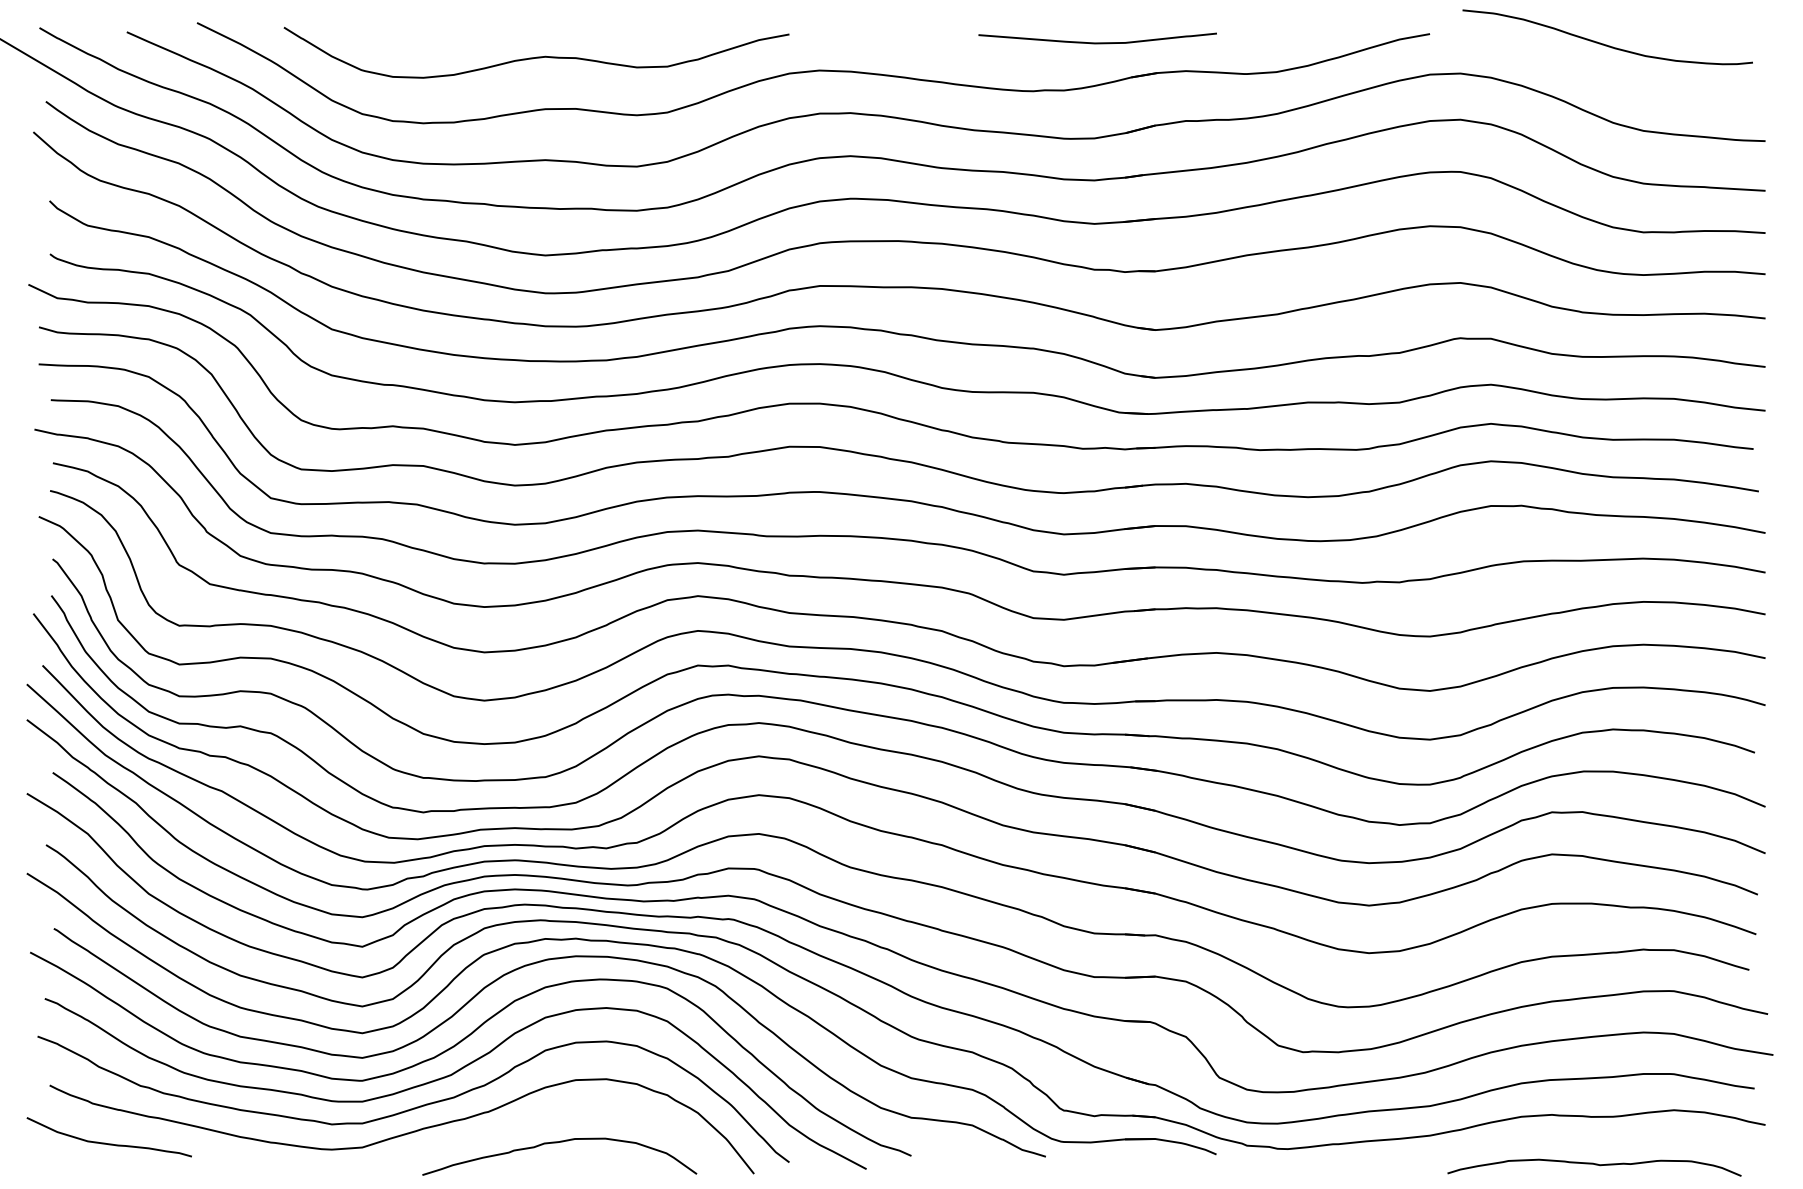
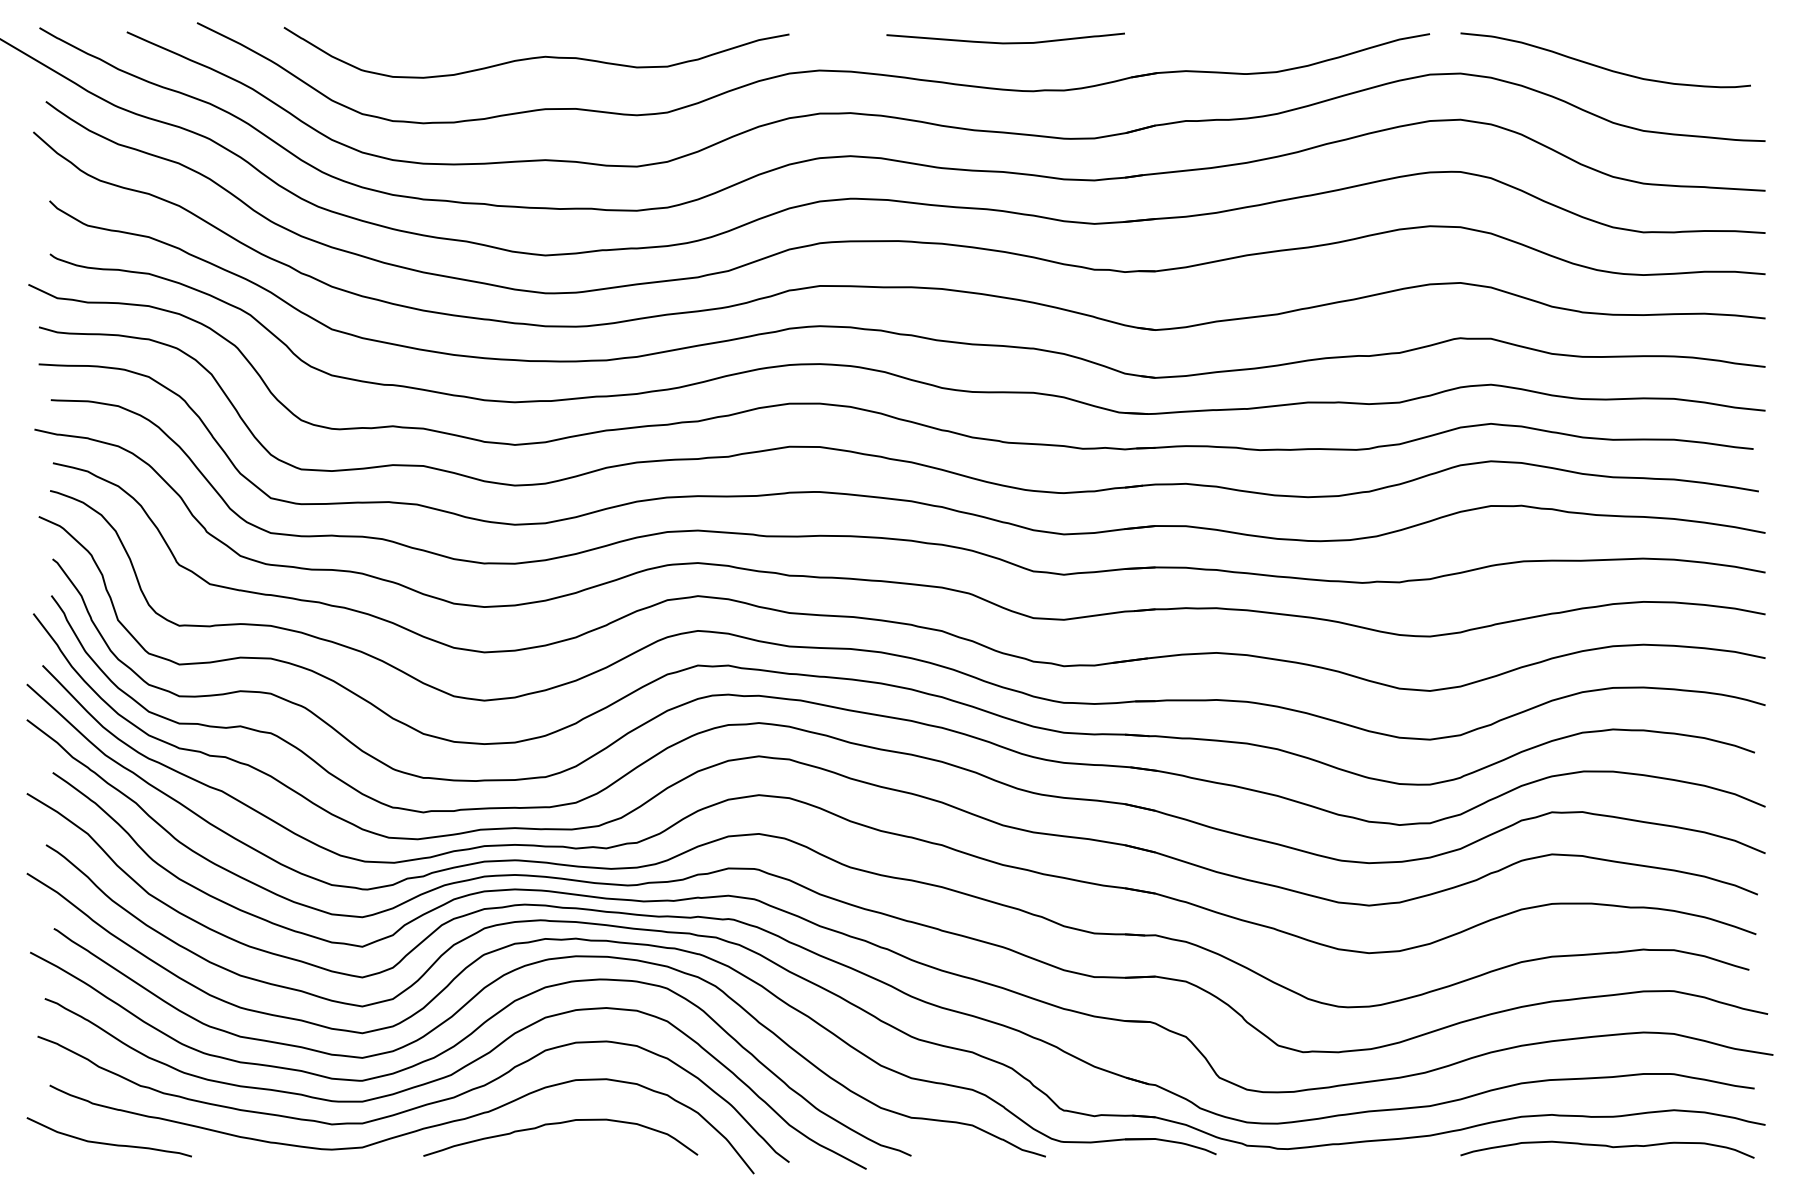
curve at (1097, 42) position: (1097, 42) -> (1005, 42)
curve at (1606, 44) position: (1606, 44) -> (1604, 67)
curve at (557, 1143) position: (557, 1143) -> (558, 1124)
curve at (1595, 1165) position: (1595, 1165) -> (1608, 1147)
